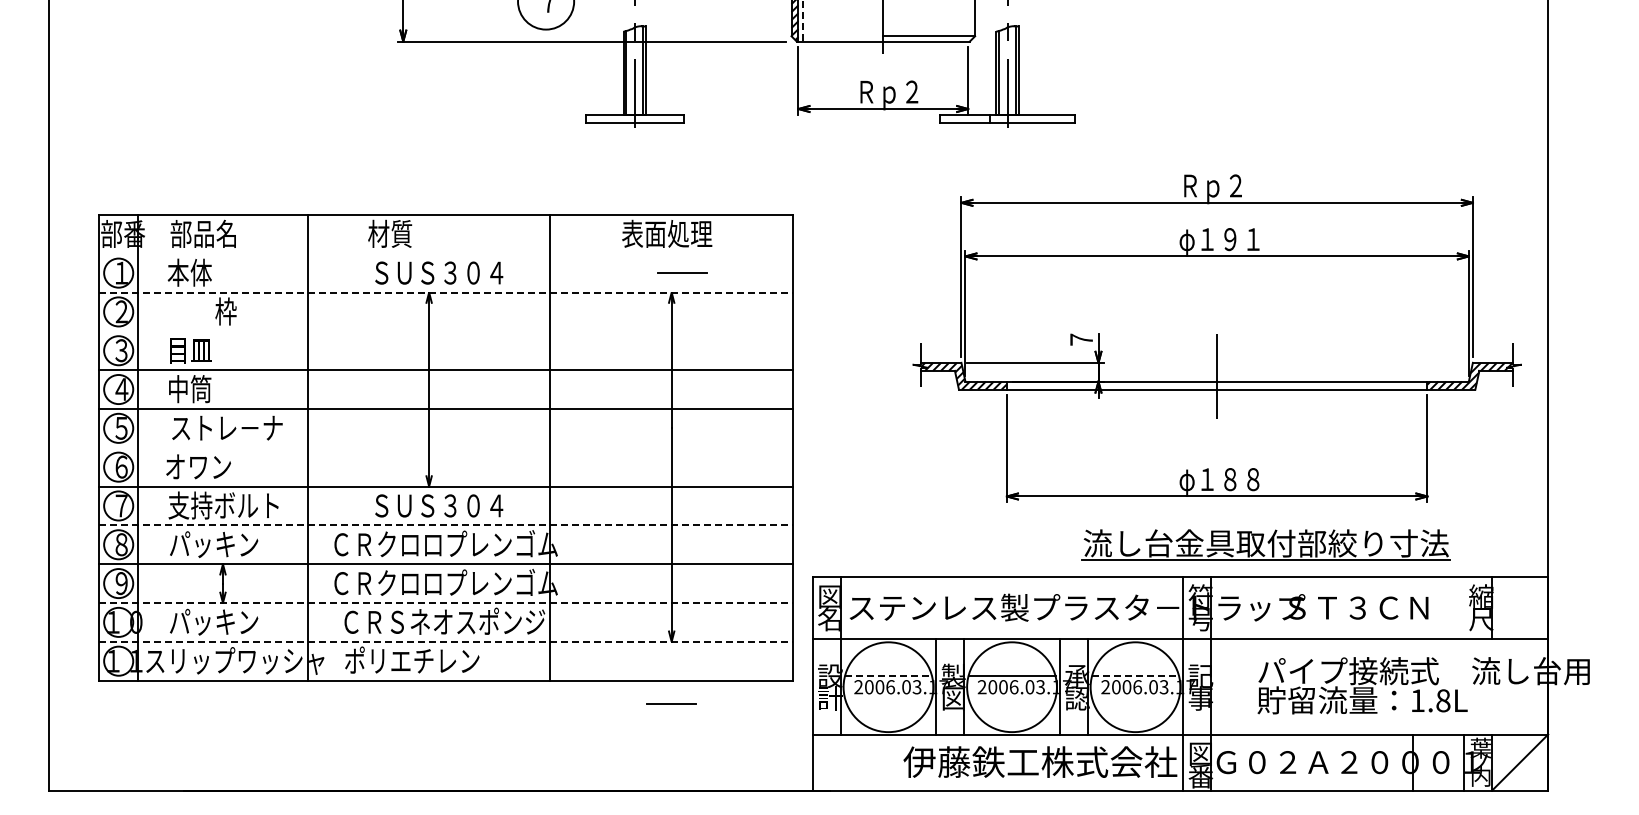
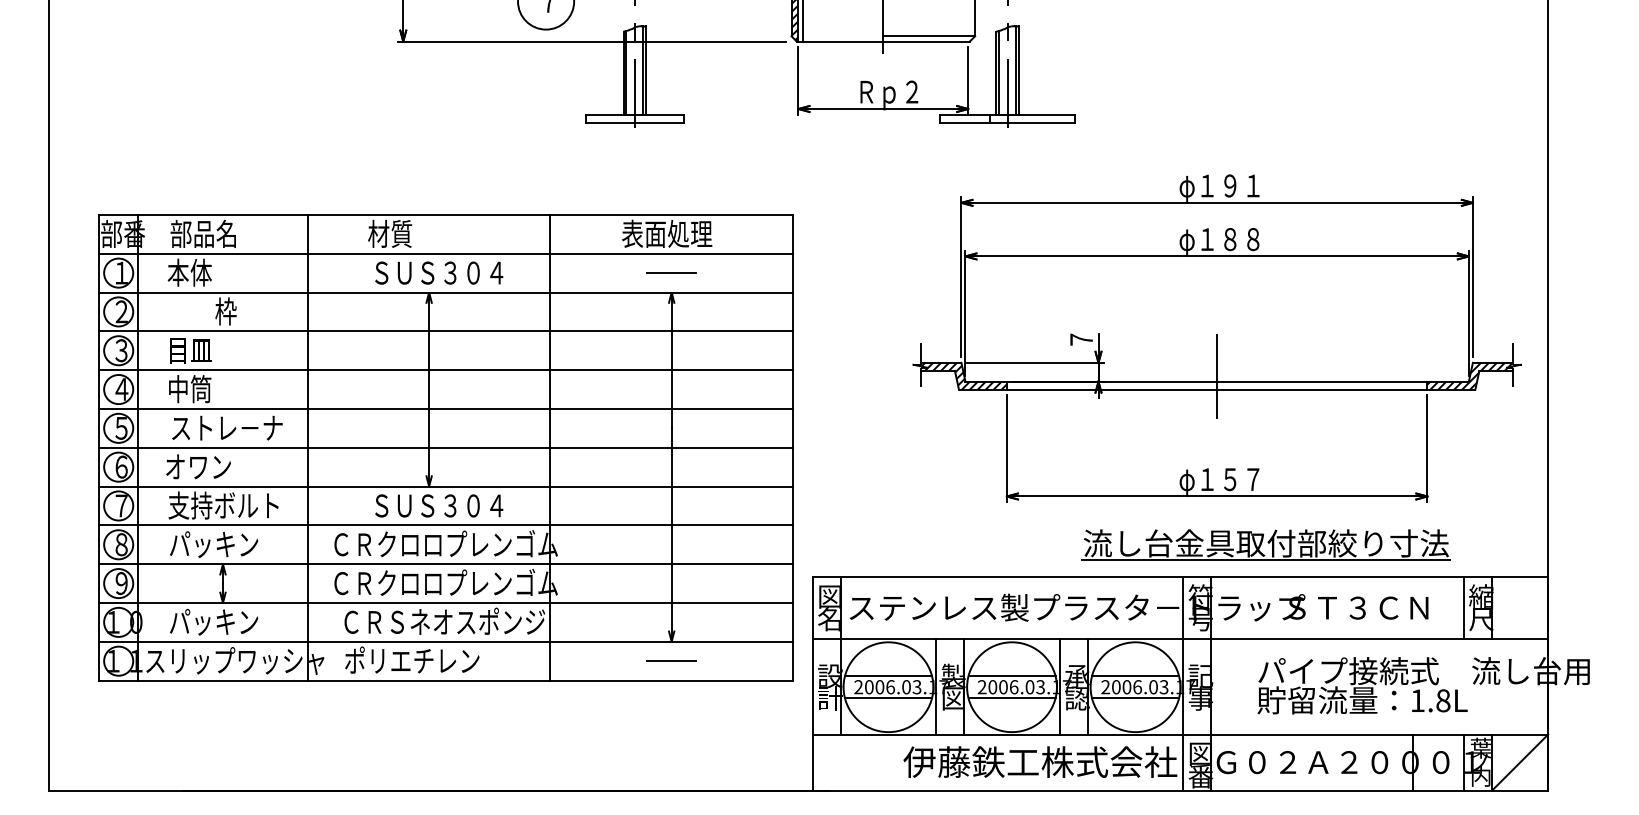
line at (802, 21): dashed -> solid
text at (1219, 189): Ｒｐ２ -> φ１９１
text at (1241, 239): φ１９１ -> φ１８８
line at (445, 253): none -> present
line at (682, 272) position: (682, 272) -> (671, 272)
line at (446, 292): dashed -> solid
line at (445, 331): none -> present
line at (445, 447): none -> present
text at (1241, 479): φ１８８ -> φ１５７
line at (446, 525): dashed -> solid
line at (446, 602): dashed -> solid
line at (1464, 608): none -> present
line at (446, 641): dashed -> solid
line at (889, 676): dashed -> solid
line at (1136, 676): dashed -> solid
line at (888, 698): none -> present
line at (1011, 698): none -> present
line at (1135, 698): none -> present
line at (671, 703) position: (671, 703) -> (671, 660)
